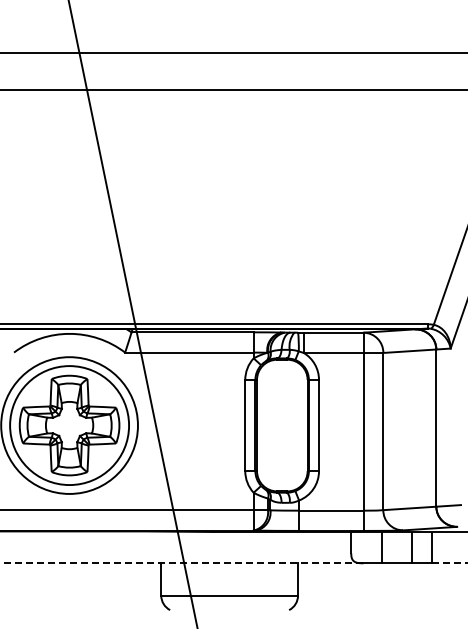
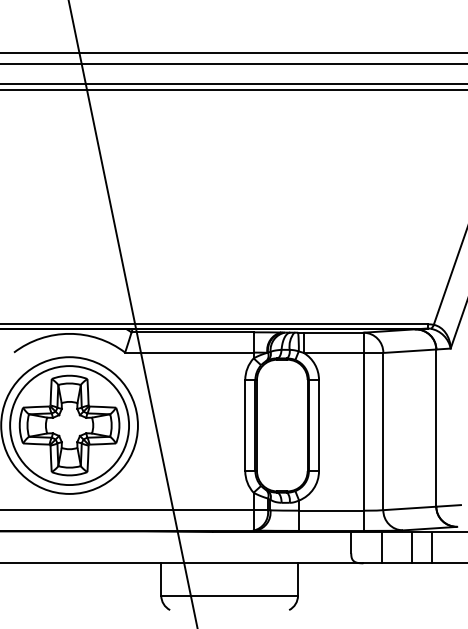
line at (233, 63): none -> present
line at (233, 84): none -> present
line at (181, 563): dashed -> solid
line at (450, 563): dashed -> solid
